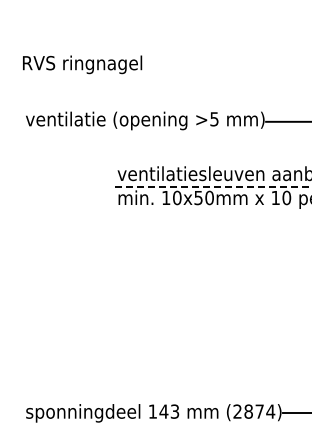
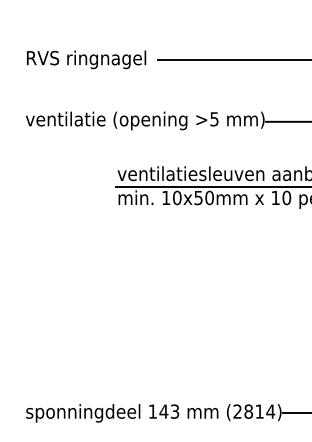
line at (232, 60): none -> present
text at (82, 64) position: (82, 64) -> (86, 59)
line at (212, 187): dashed -> solid
text at (259, 411): (2874) -> (2814)
